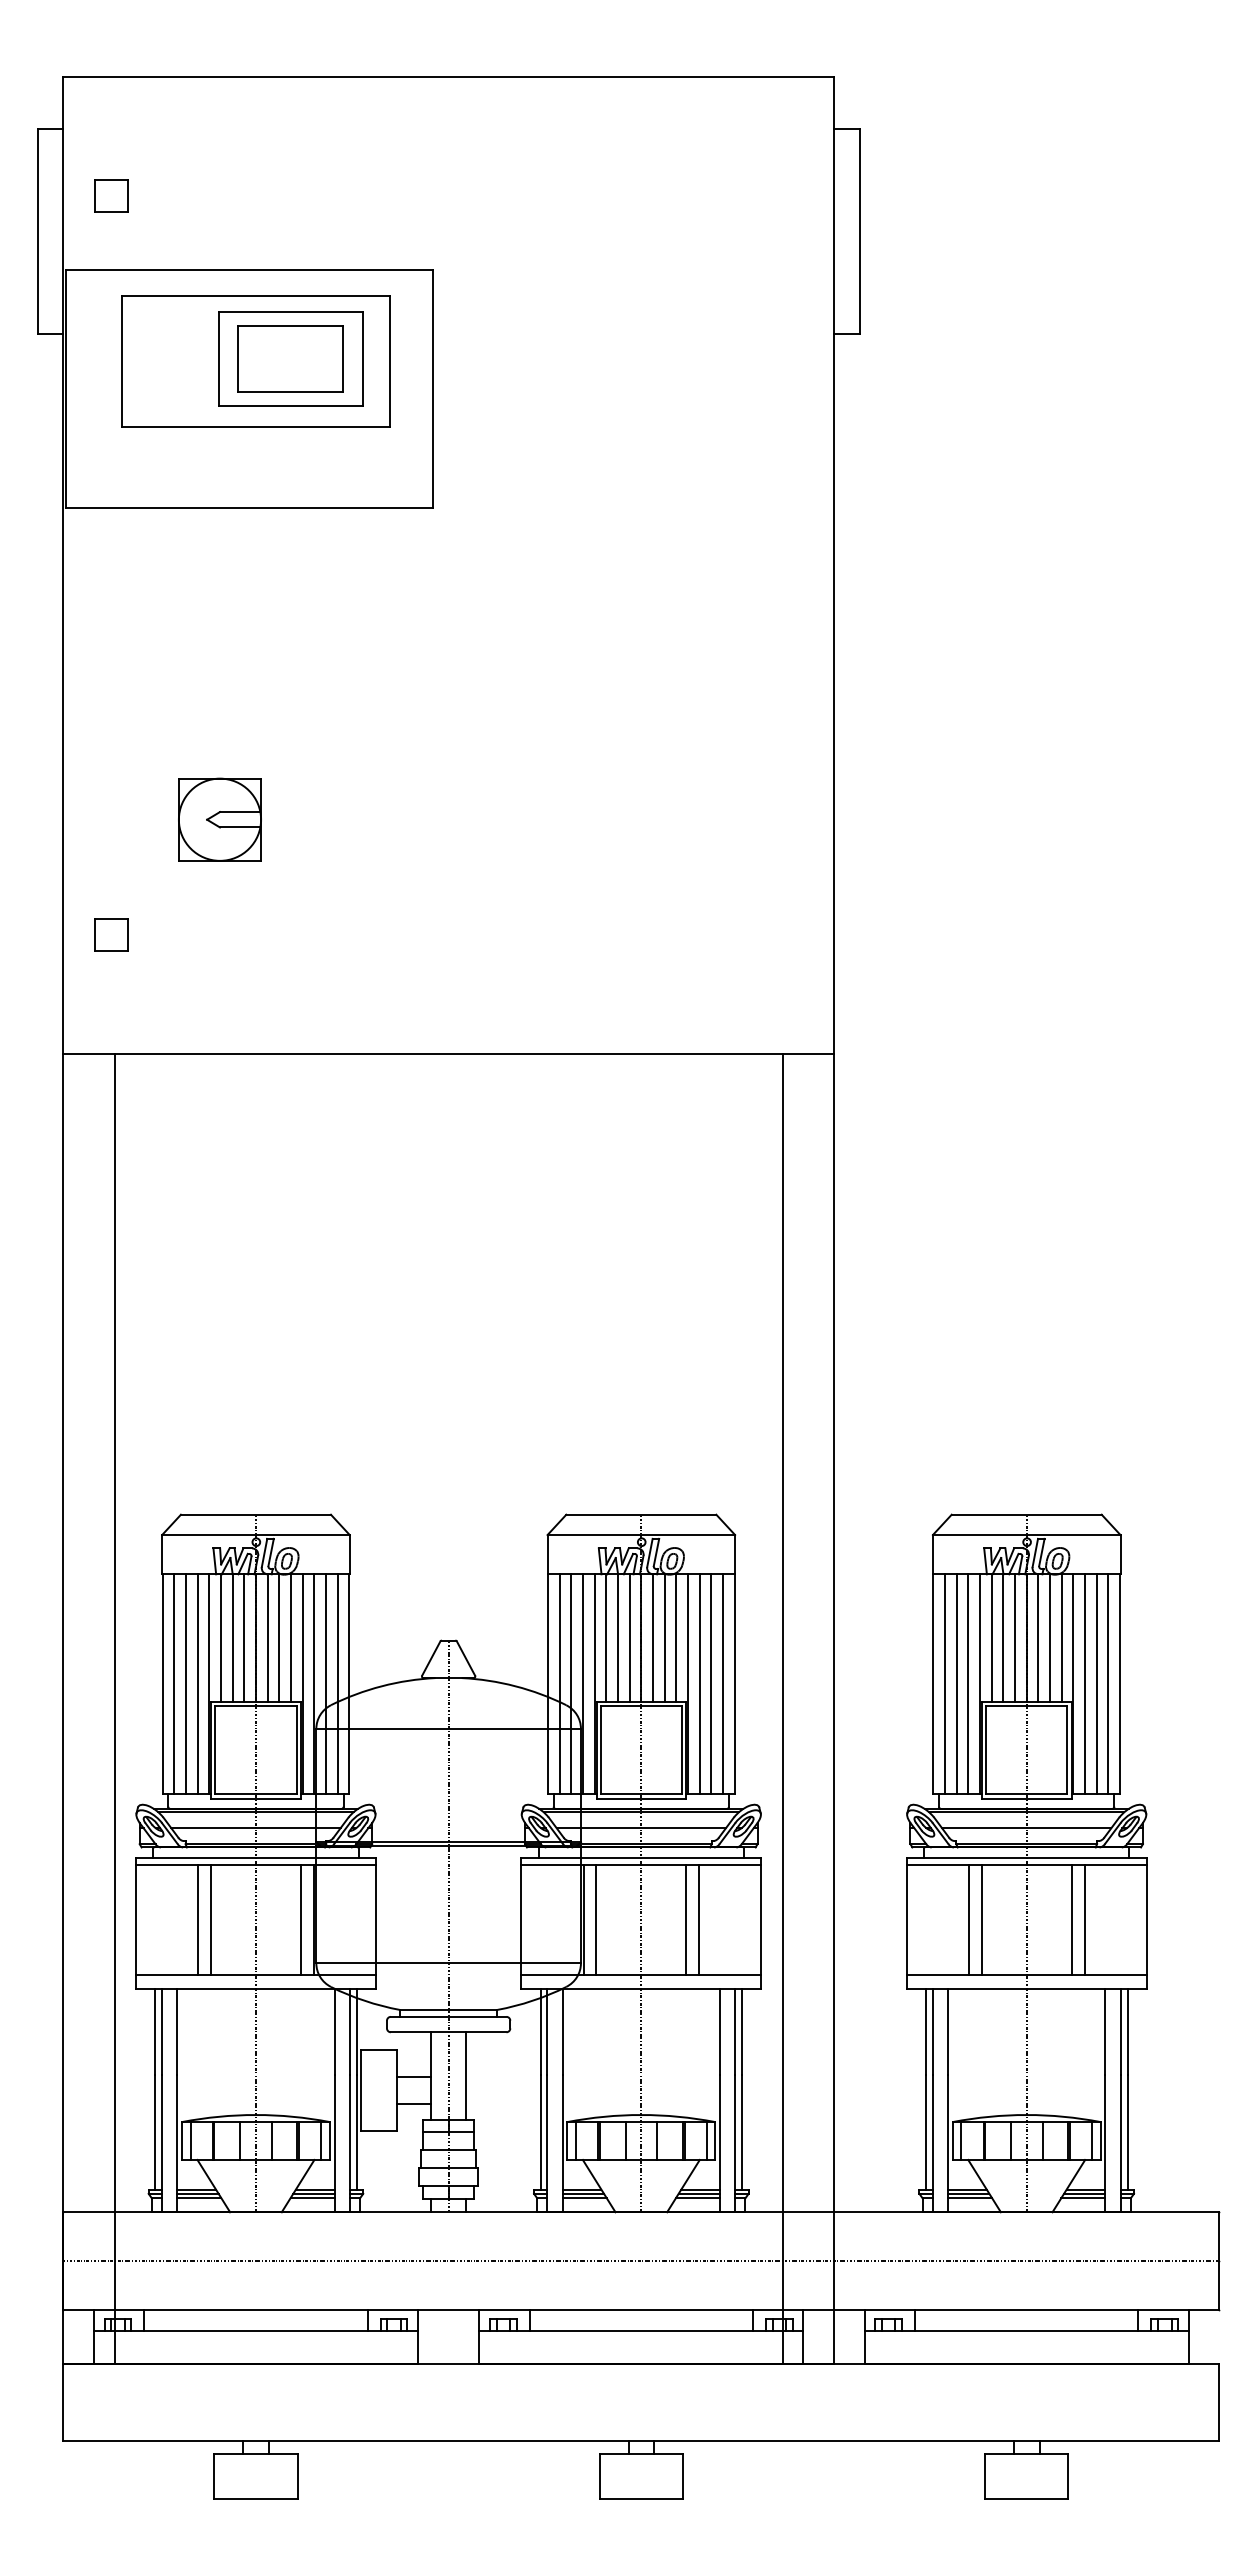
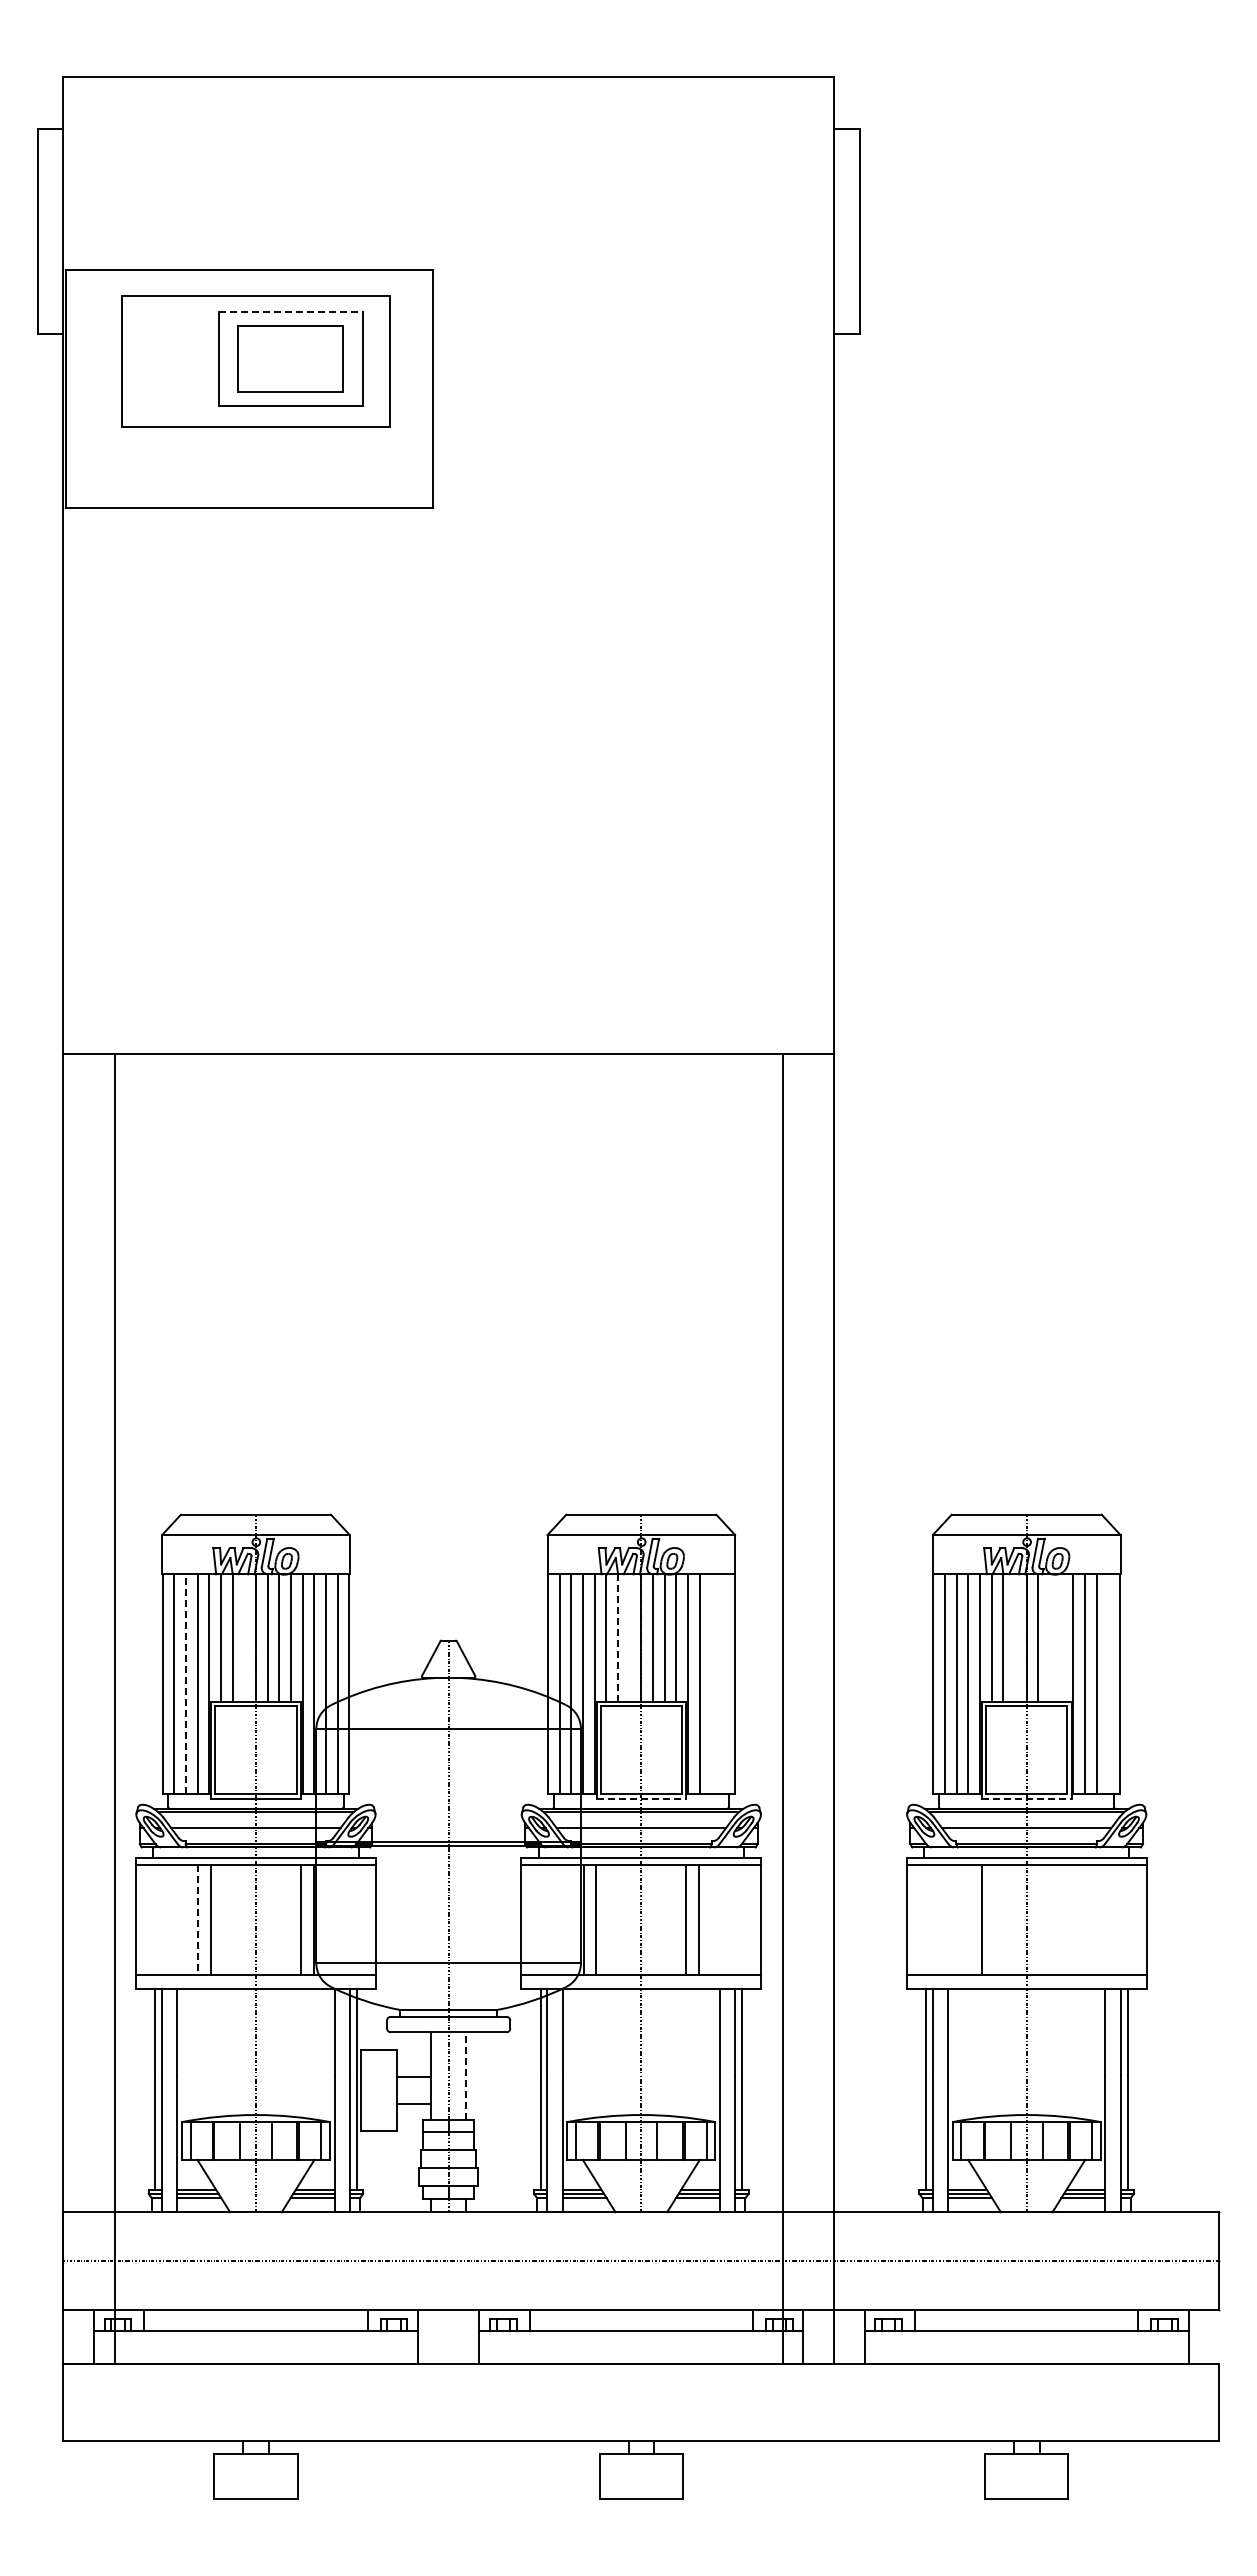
part at (111, 195): present -> none
line at (290, 312): solid -> dashed
part at (219, 819): present -> none
part at (111, 934): present -> none
line at (244, 1637): present -> none
line at (617, 1637): solid -> dashed
line at (629, 1637): present -> none
line at (1015, 1637): present -> none
line at (1050, 1637): present -> none
line at (1061, 1637): present -> none
line at (185, 1683): solid -> dashed
line at (711, 1683): present -> none
line at (723, 1683): present -> none
line at (1108, 1683): present -> none
line at (641, 1798): solid -> dashed
line at (1026, 1798): solid -> dashed
line at (198, 1919): solid -> dashed
line at (968, 1919): present -> none
line at (1071, 1919): present -> none
line at (1084, 1919): present -> none
line at (465, 2075): solid -> dashed
